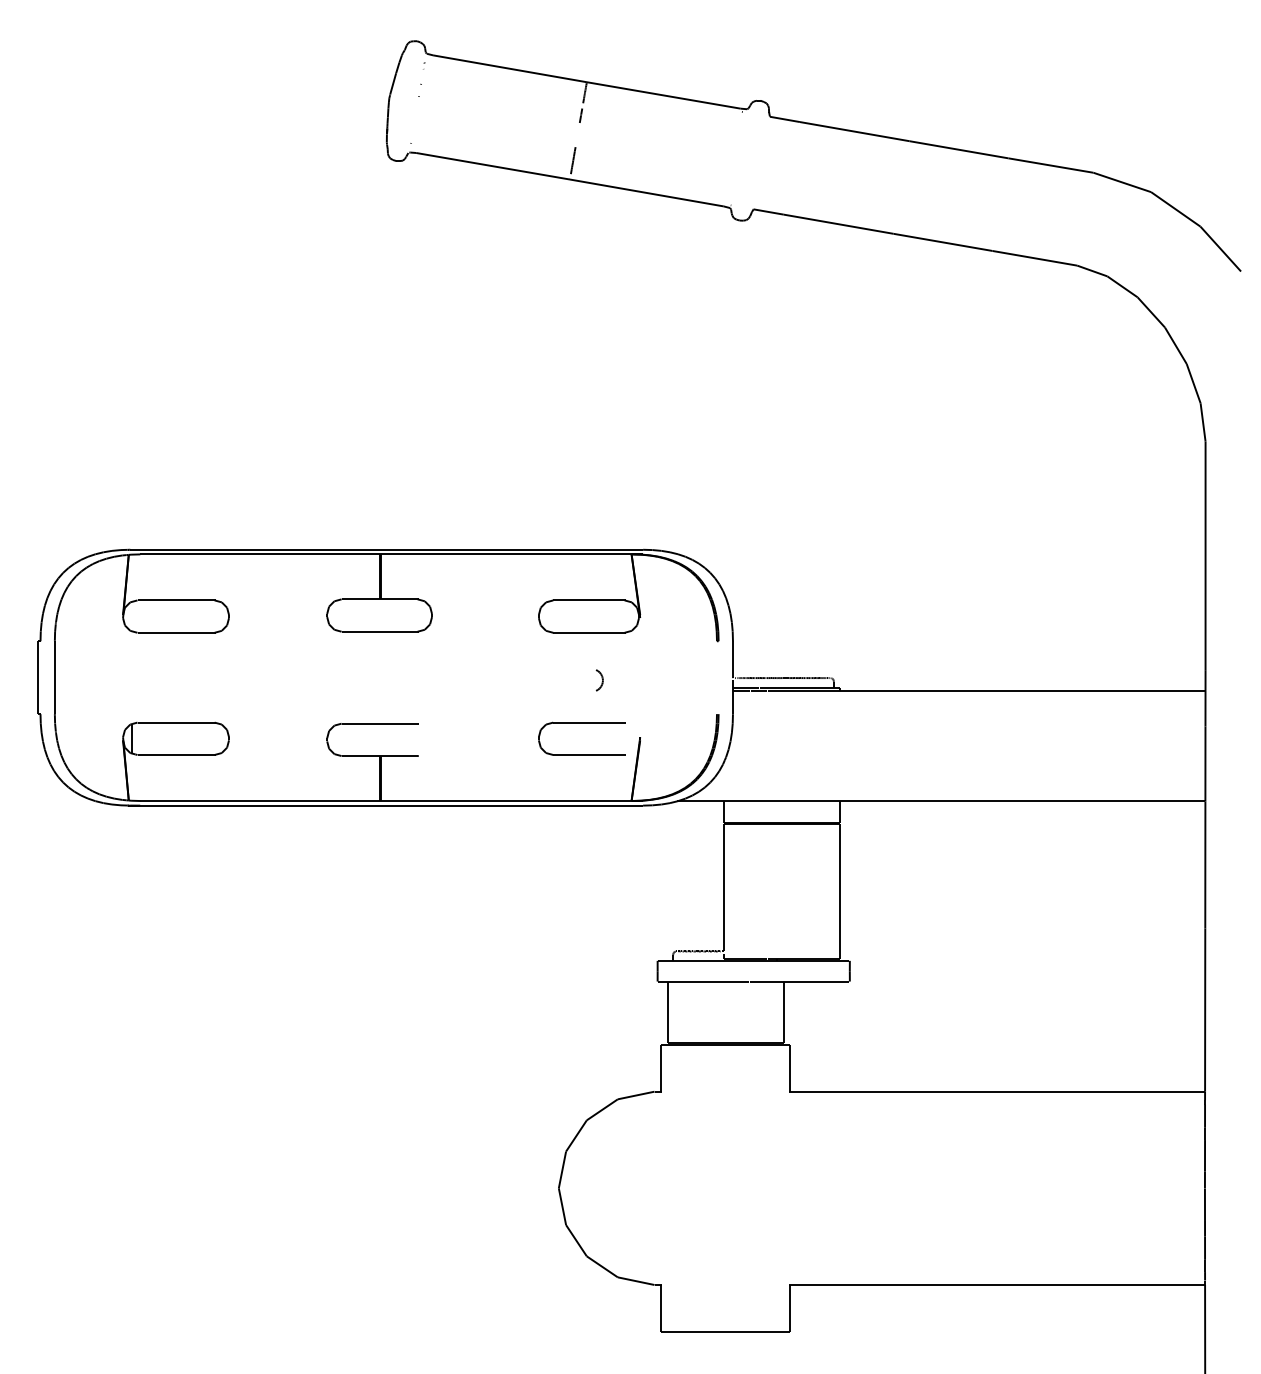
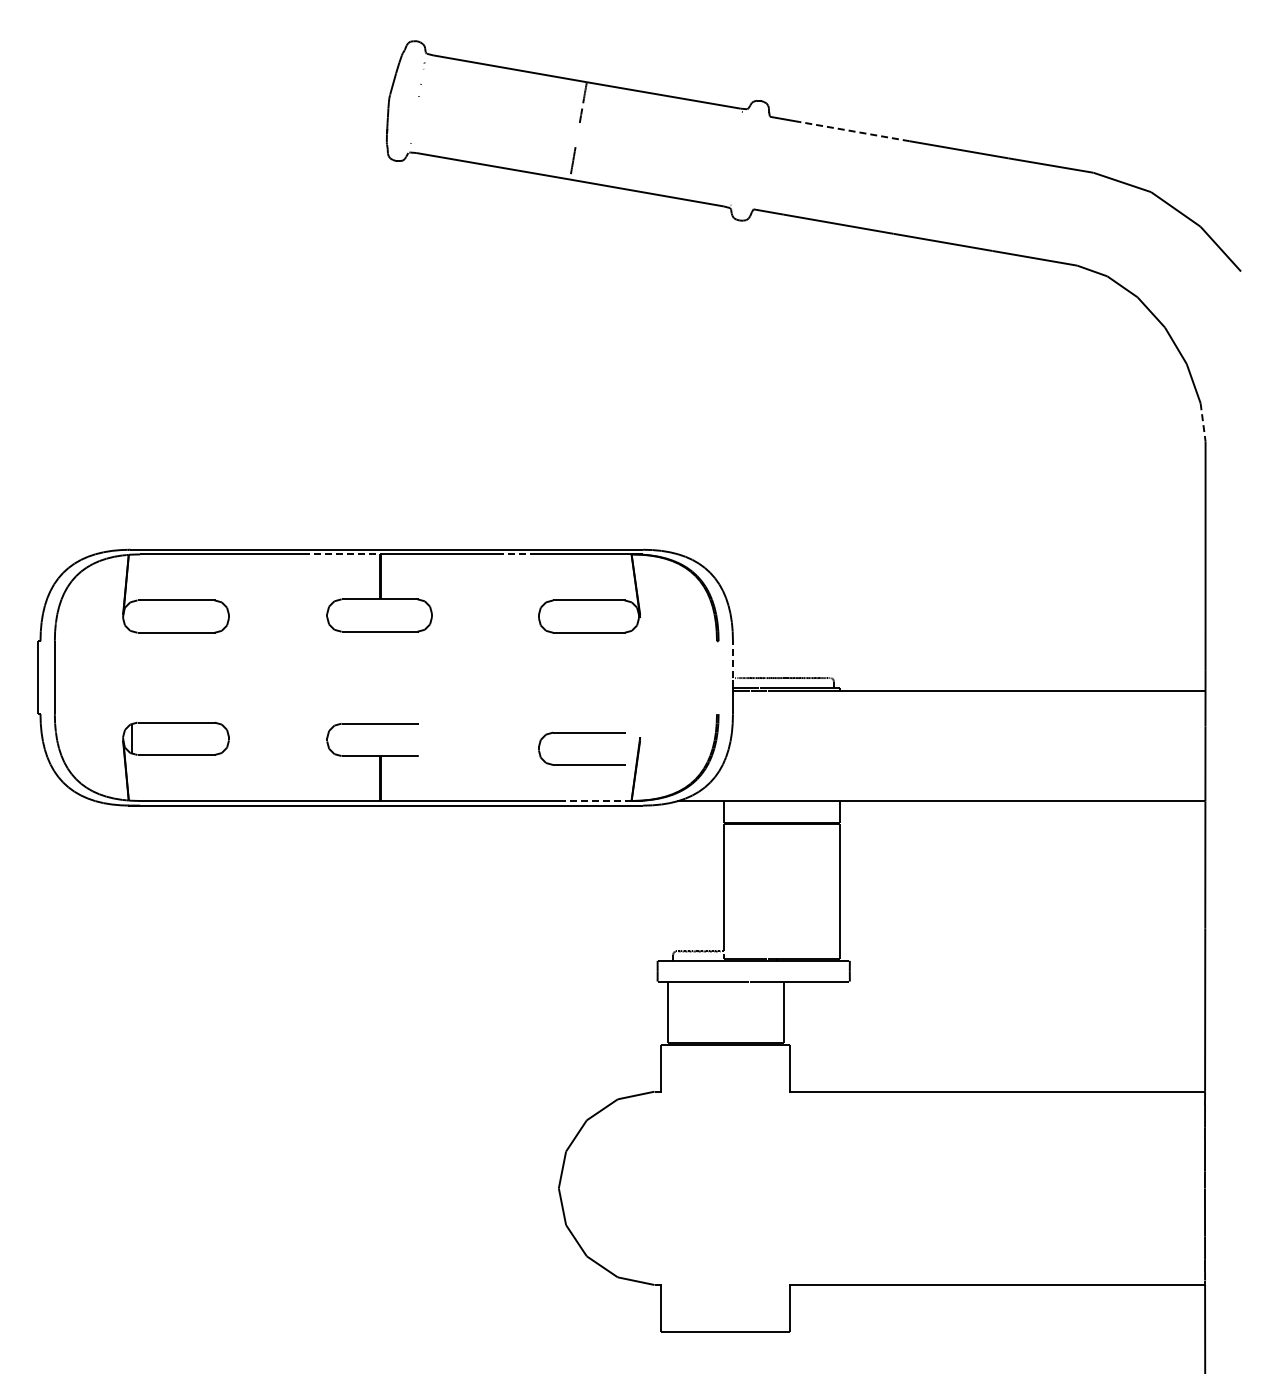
line at (854, 131): solid -> dashed
line at (1203, 422): solid -> dashed
line at (341, 554): solid -> dashed
line at (515, 554): solid -> dashed
line at (732, 658): solid -> dashed
part at (599, 680): present -> none
part at (581, 723) position: (581, 723) -> (581, 733)
line at (597, 801): solid -> dashed
